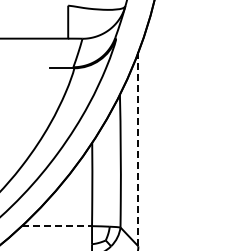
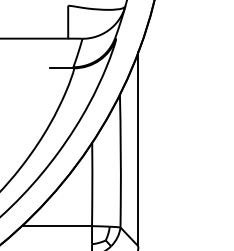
line at (138, 149): dashed -> solid
line at (57, 226): dashed -> solid
